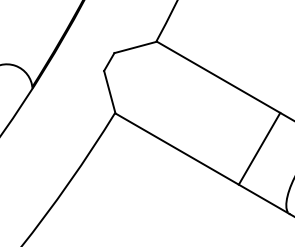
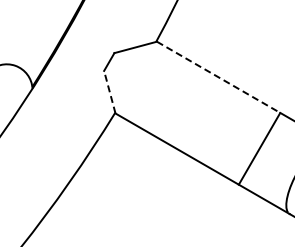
line at (219, 77): solid -> dashed
line at (109, 91): solid -> dashed
